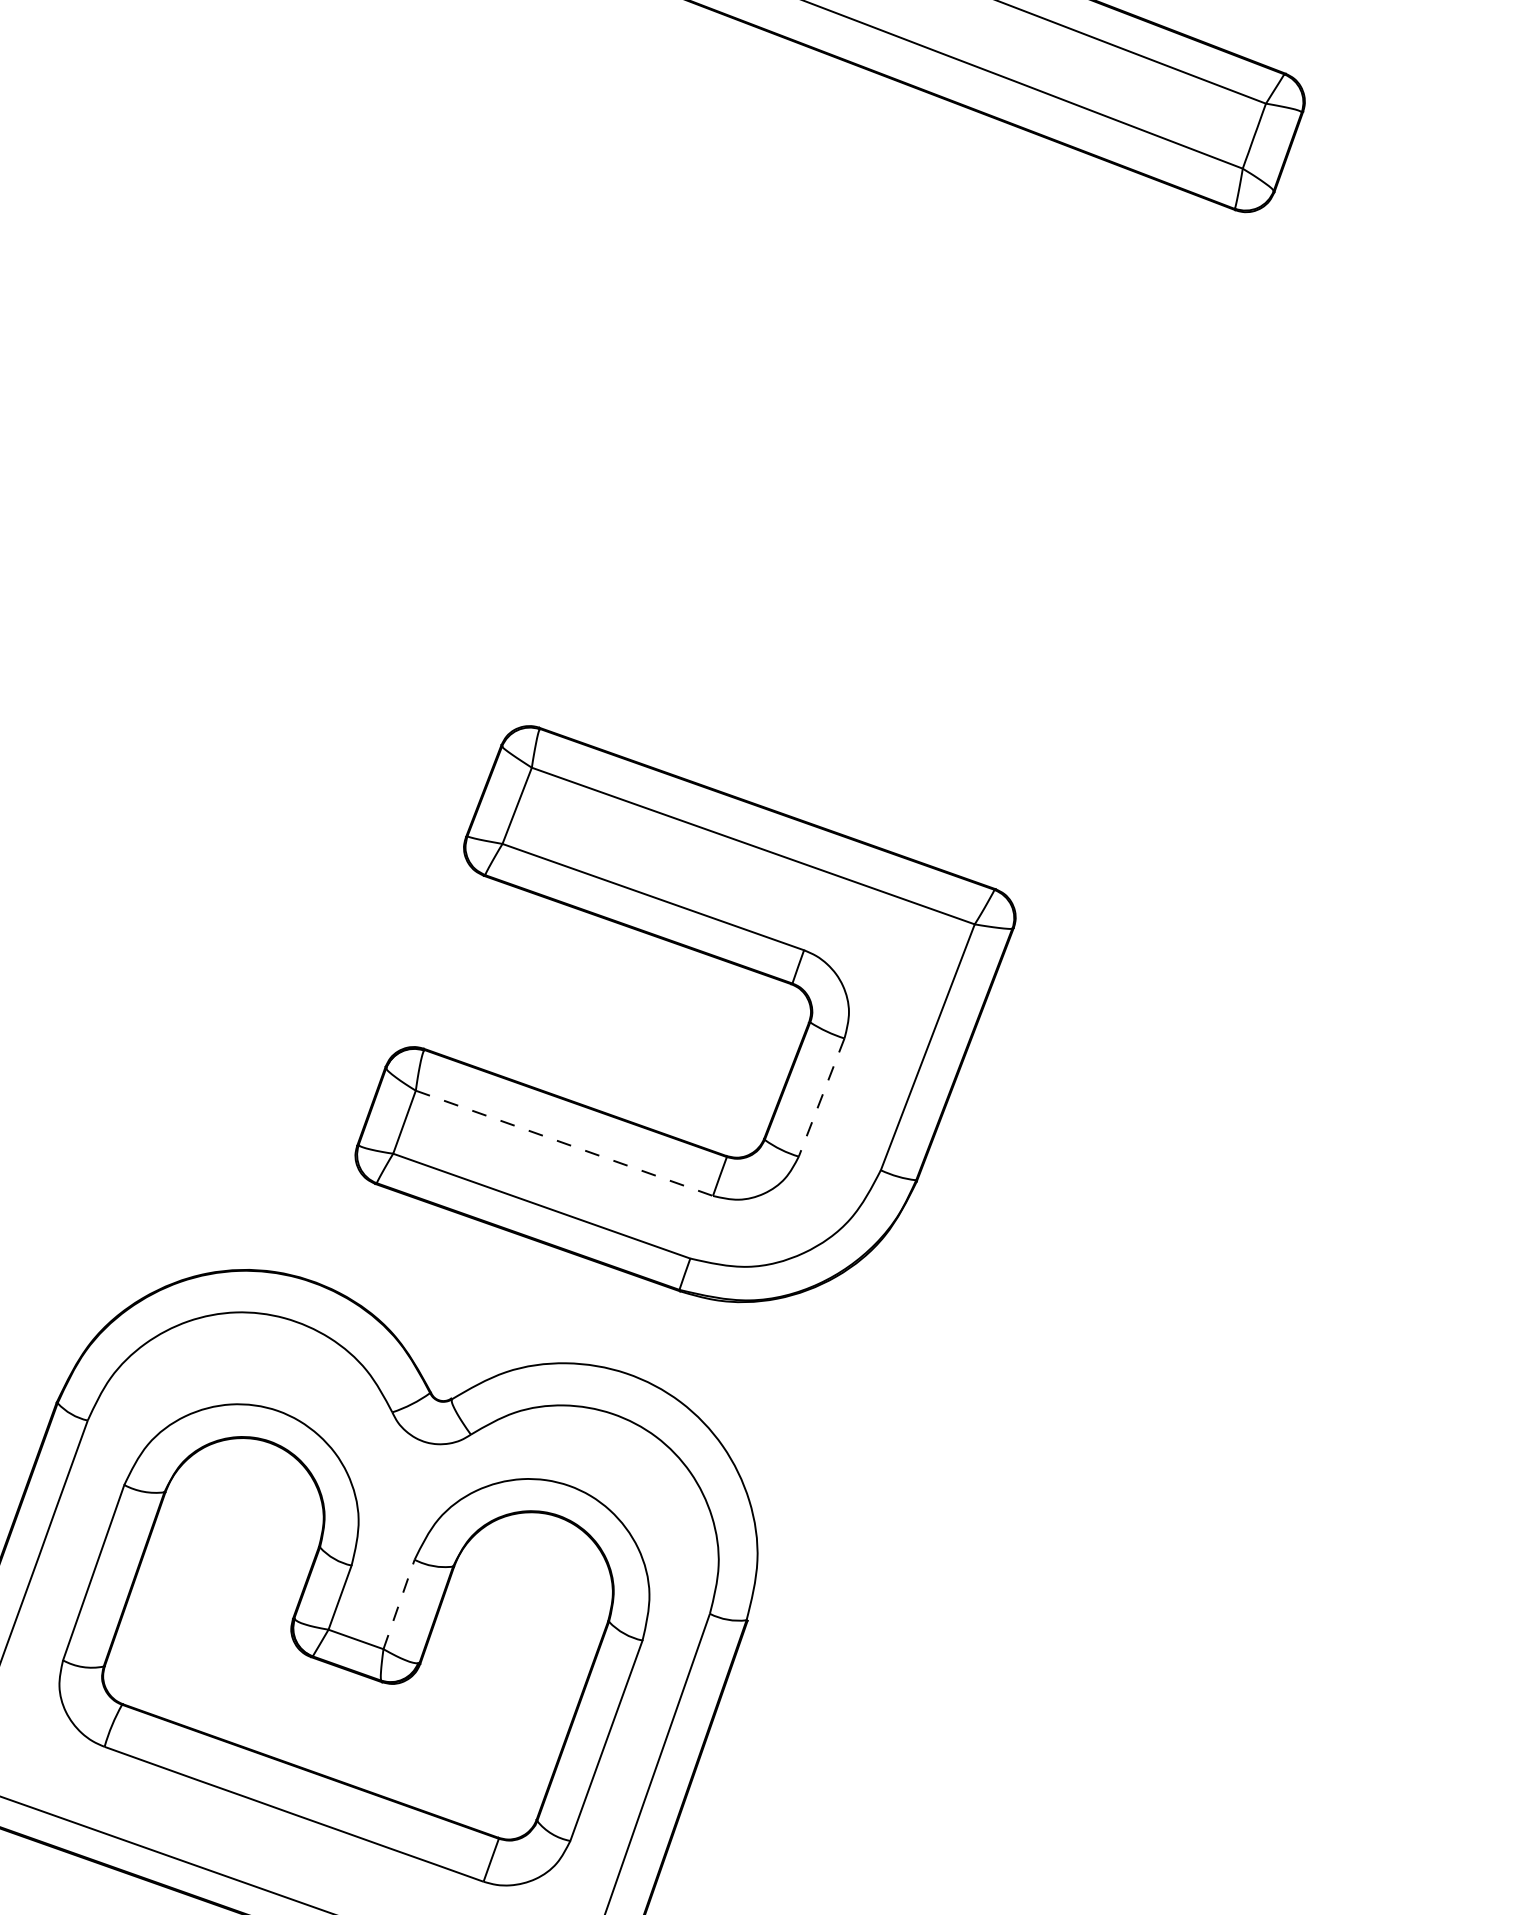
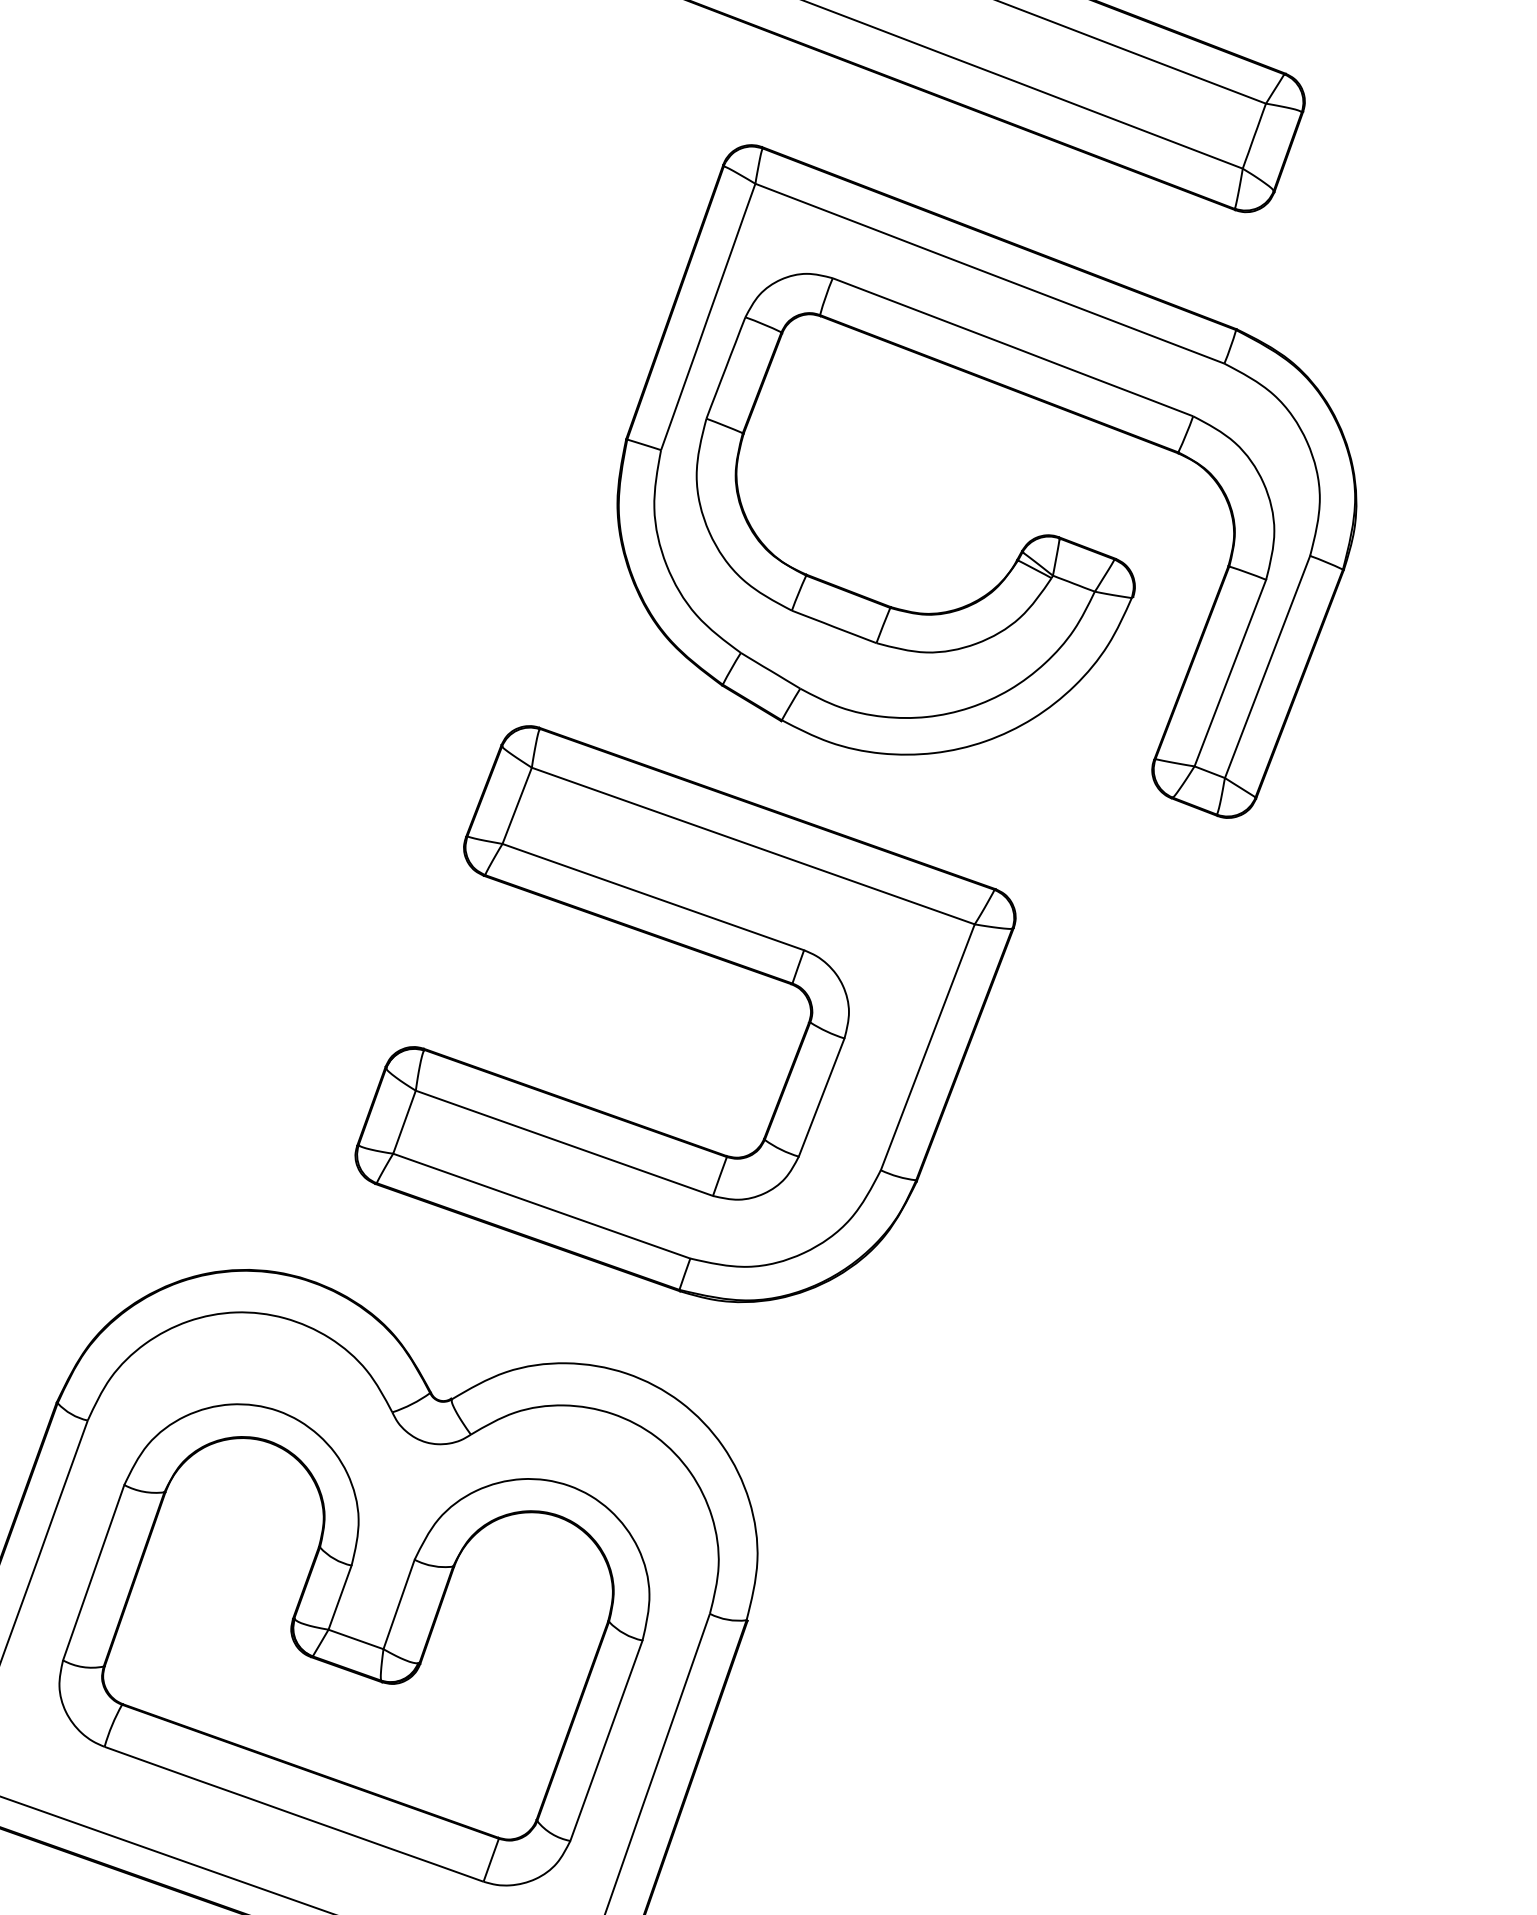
part at (1029, 540): none -> present
line at (821, 1097): dashed -> solid
line at (564, 1143): dashed -> solid
line at (399, 1604): dashed -> solid
